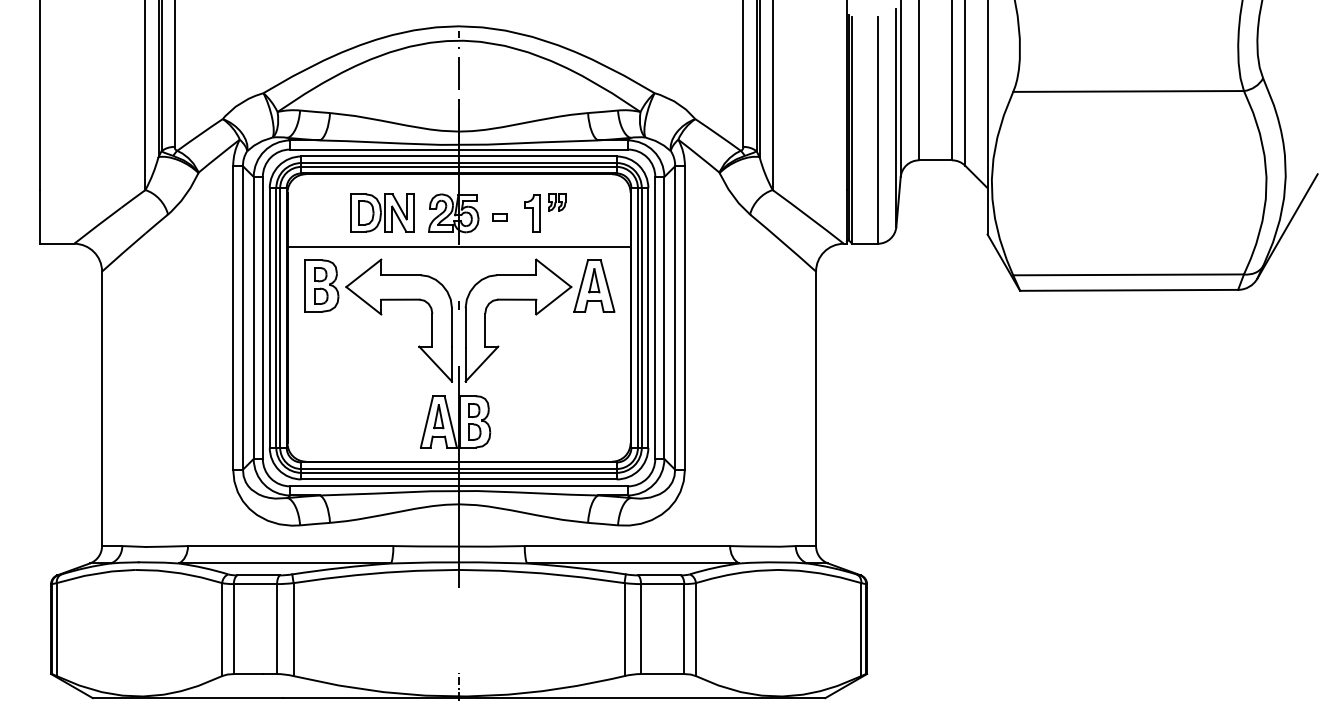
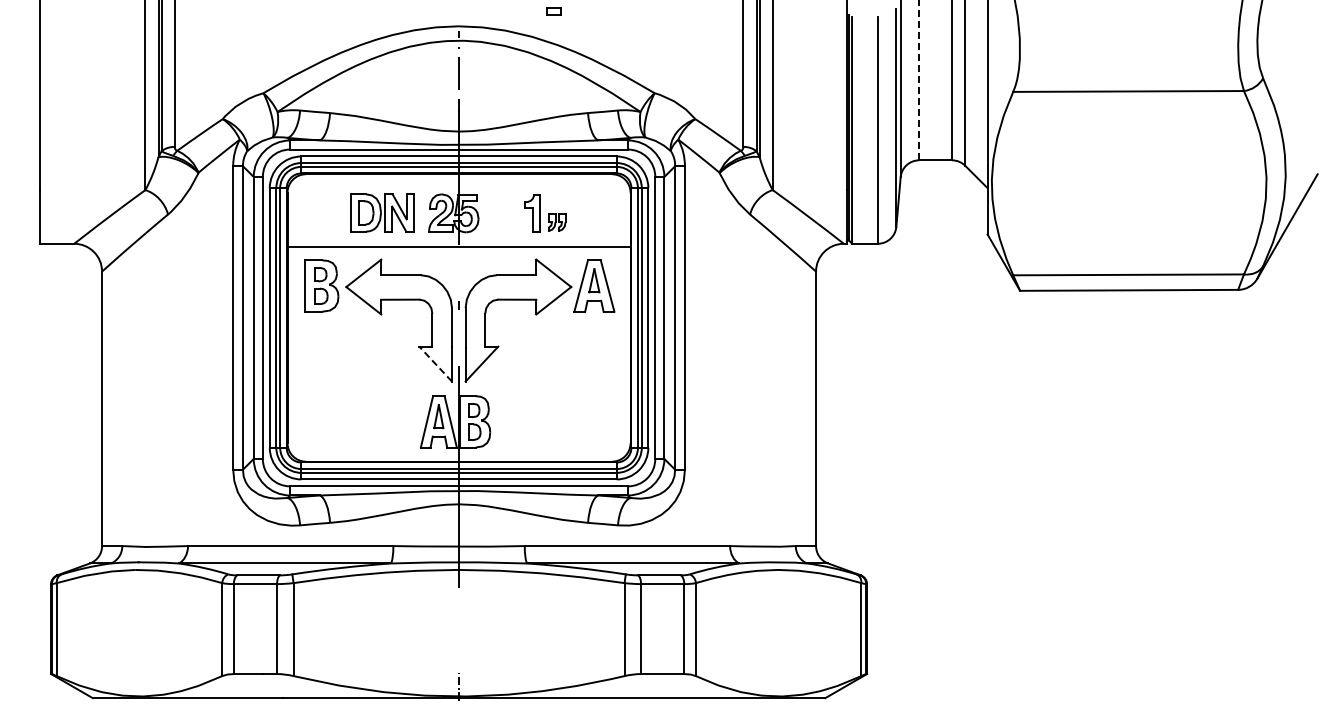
line at (919, 80): solid -> dashed
part at (557, 202) position: (557, 202) -> (557, 222)
part at (499, 217) position: (499, 217) -> (553, 11)
line at (435, 364): solid -> dashed
